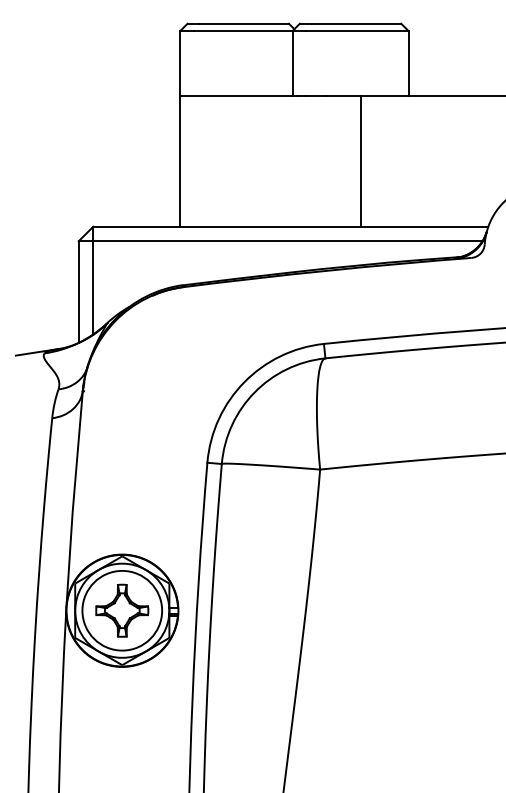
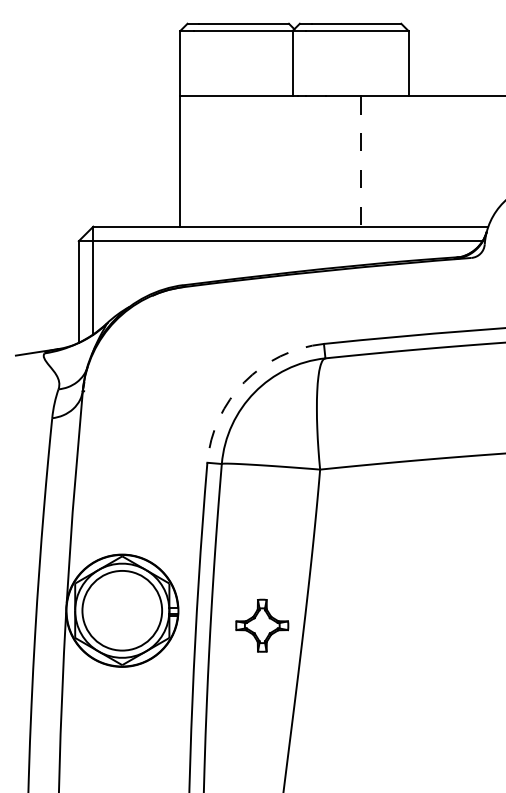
line at (361, 161): solid -> dashed
arc at (244, 382): solid -> dashed
part at (122, 610) position: (122, 610) -> (262, 625)
